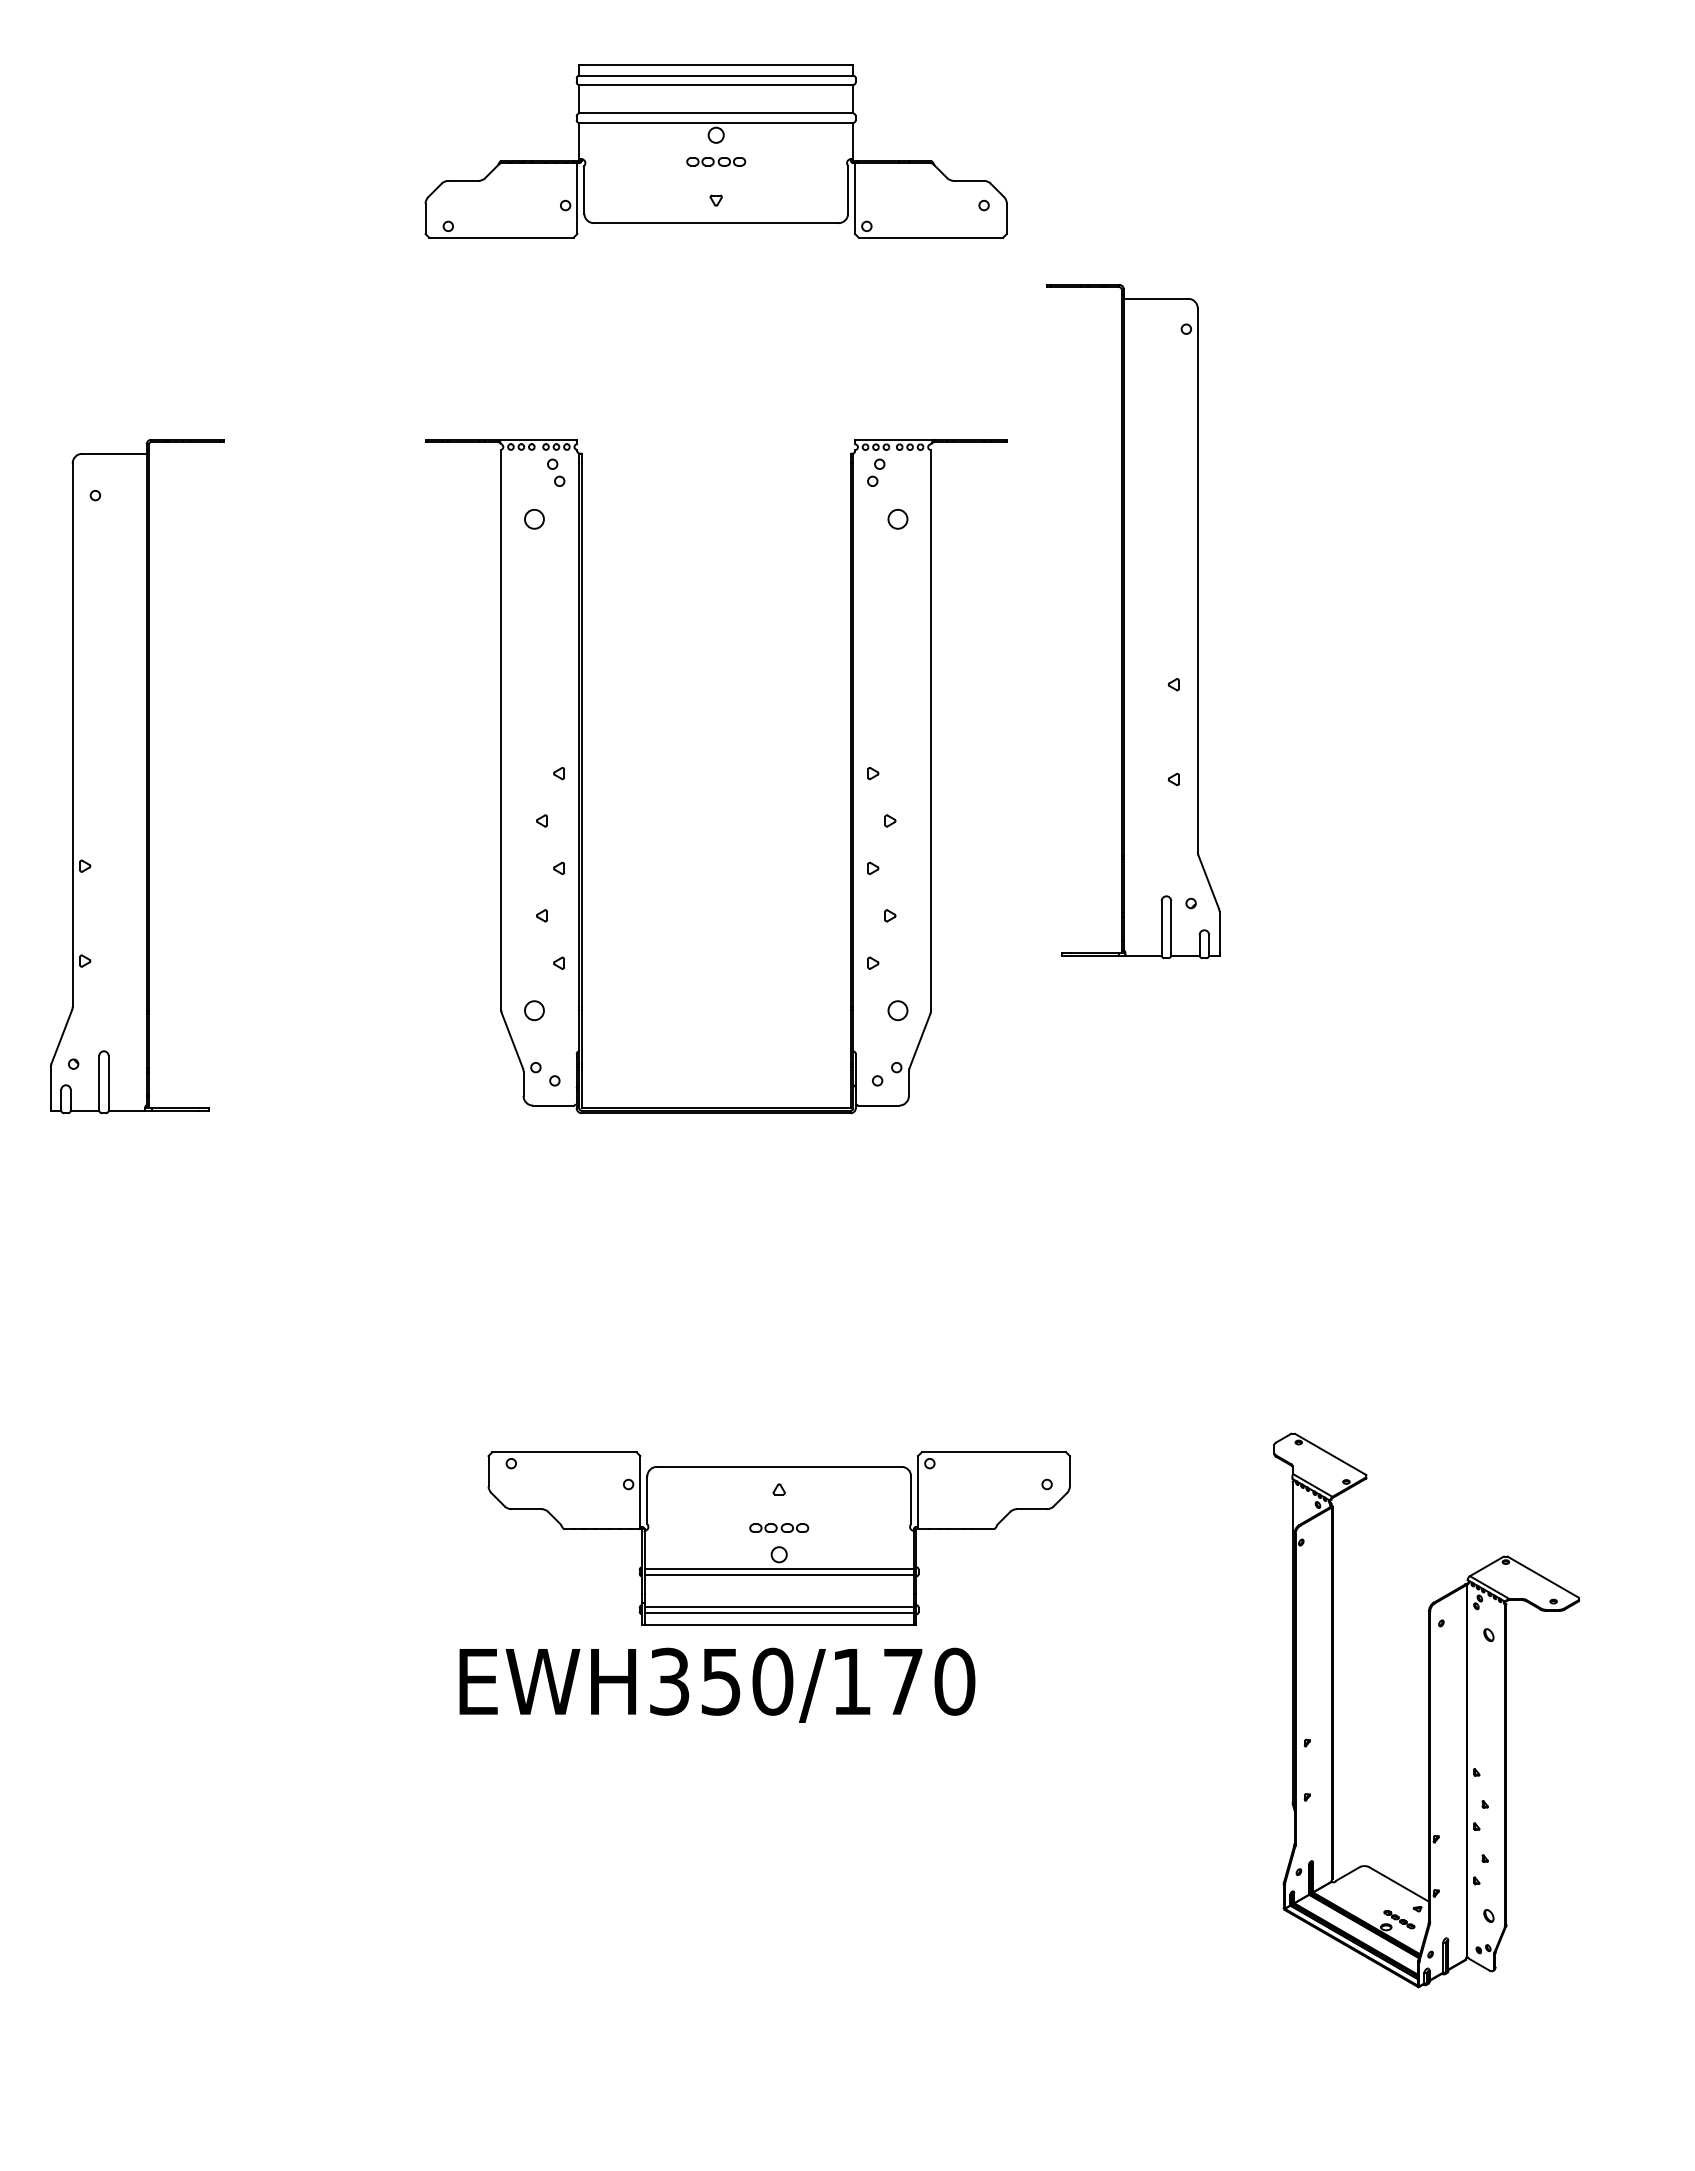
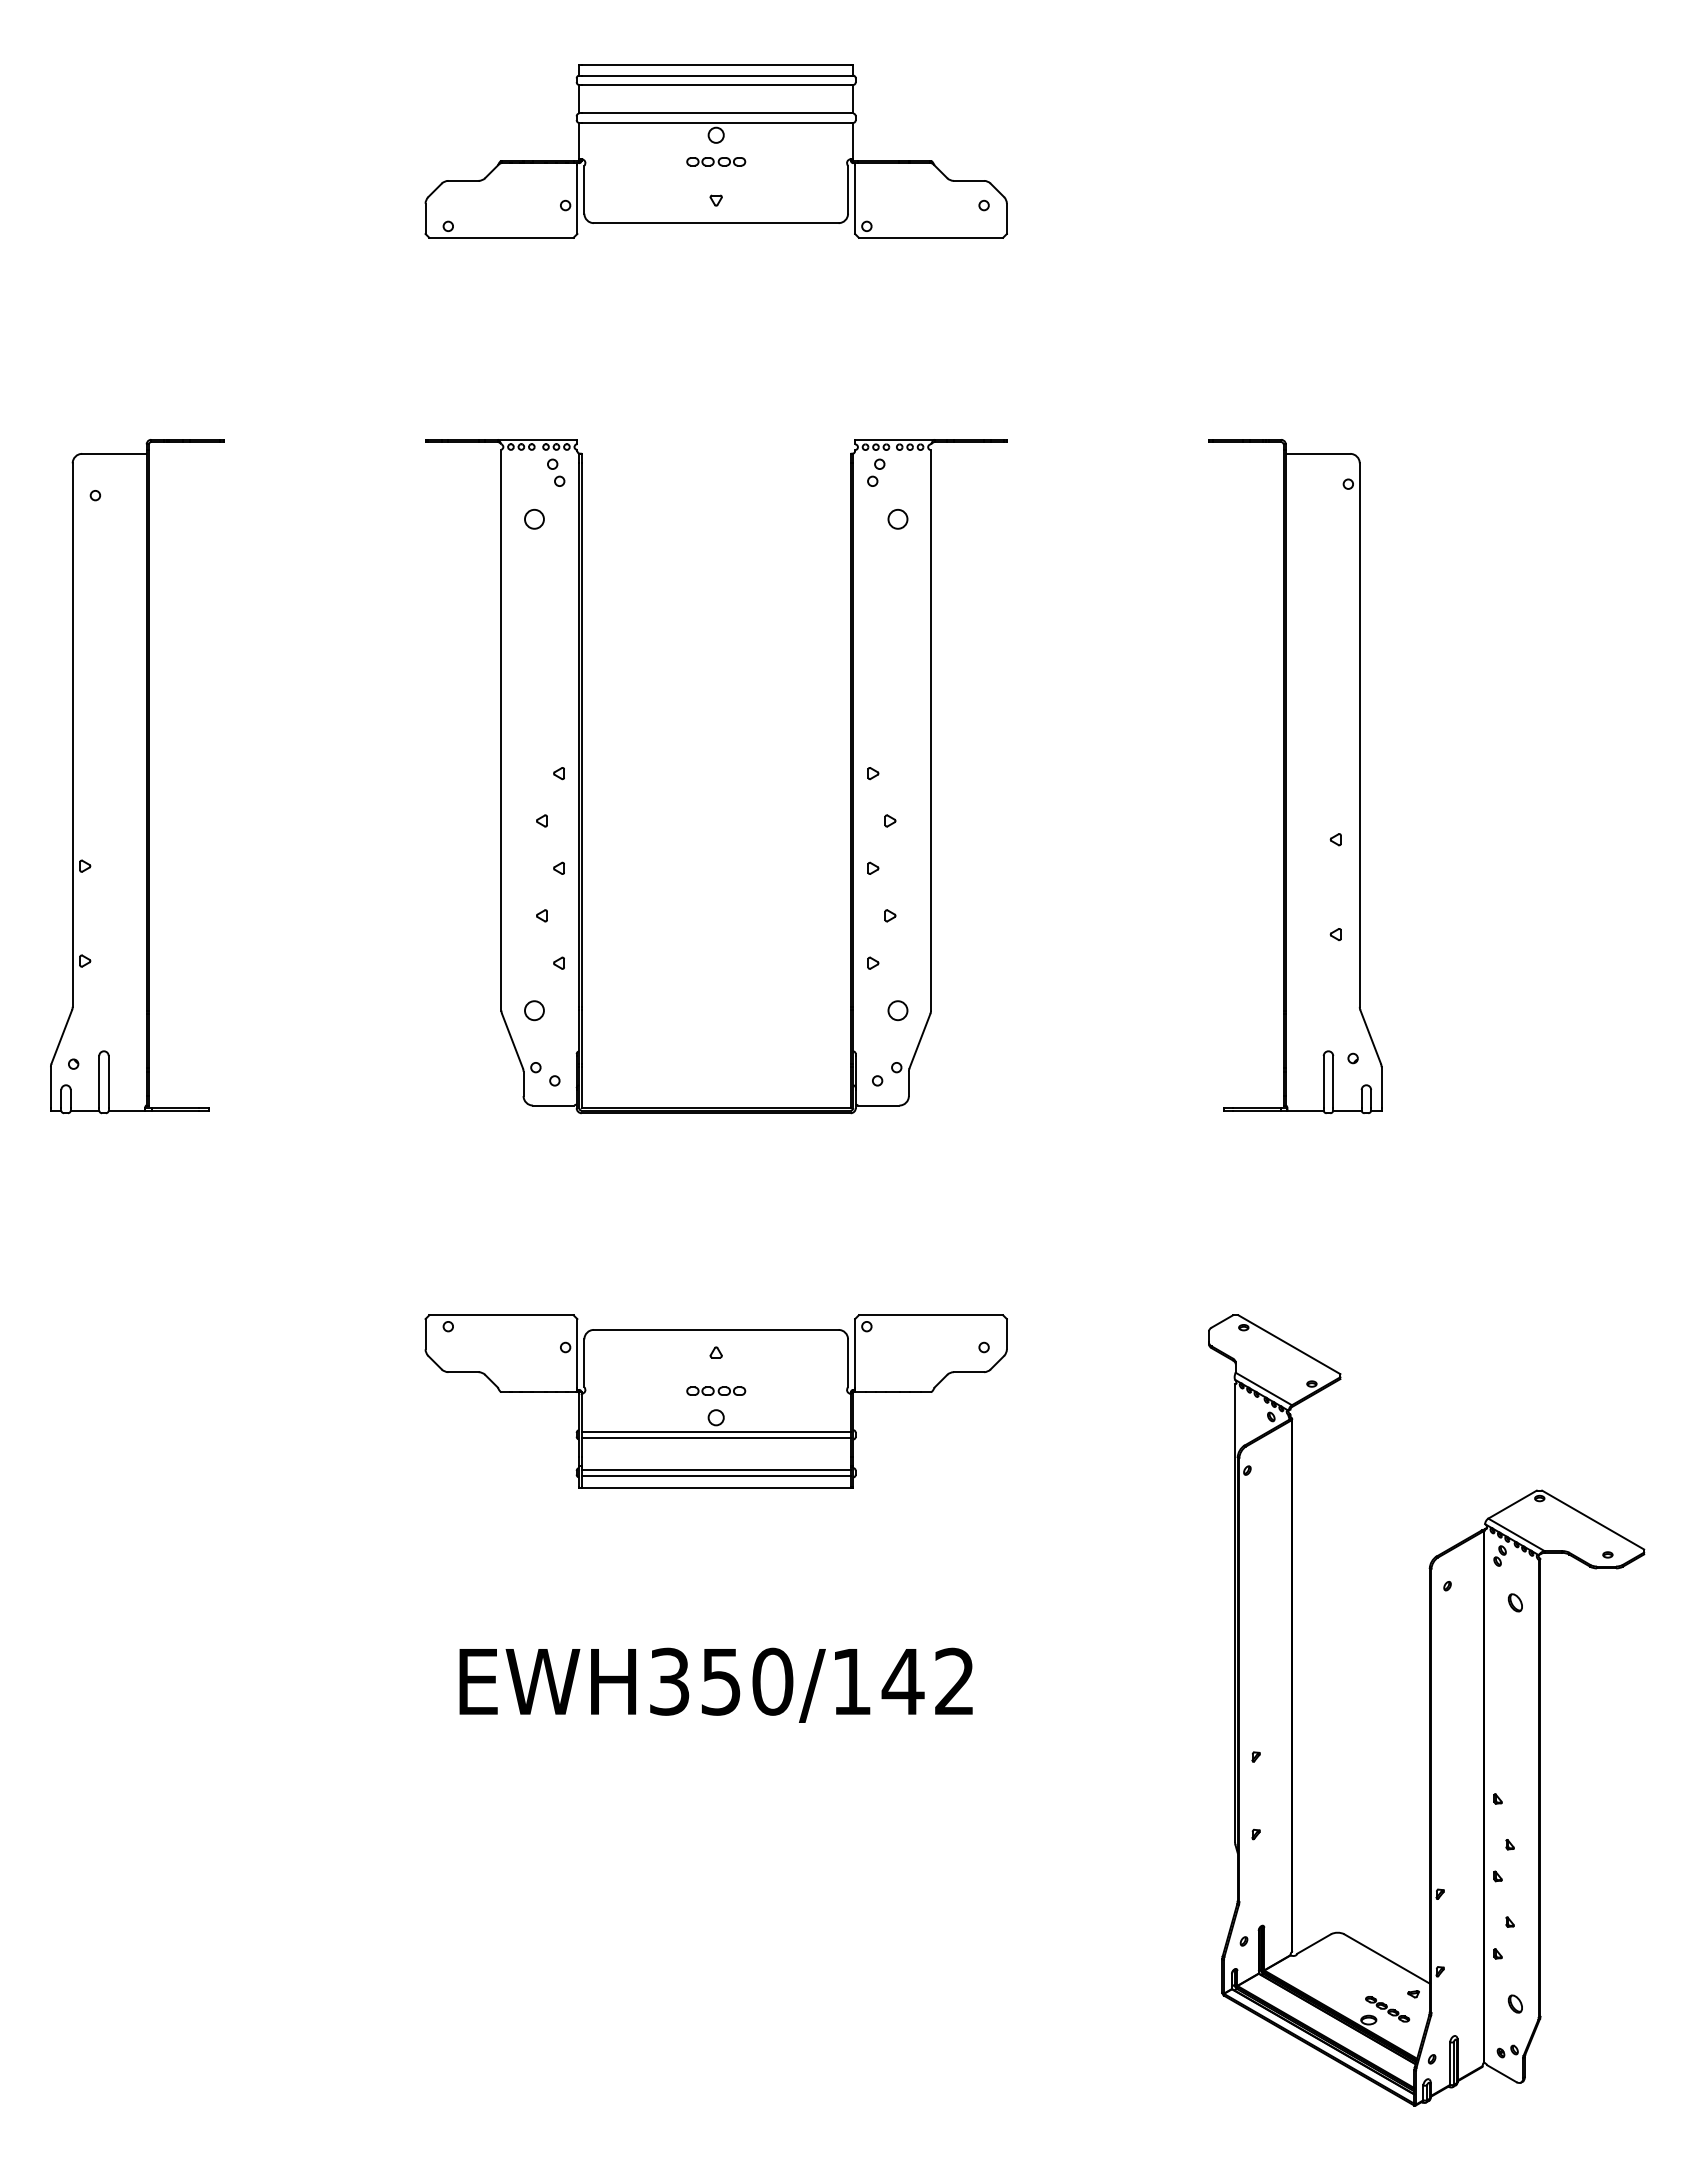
part at (1133, 621) position: (1133, 621) -> (1295, 776)
part at (778, 1538) position: (778, 1538) -> (715, 1401)
text at (928, 1681): EWH350/170 -> EWH350/142
part at (1426, 1710) size: 307x557 px -> 438x793 px
